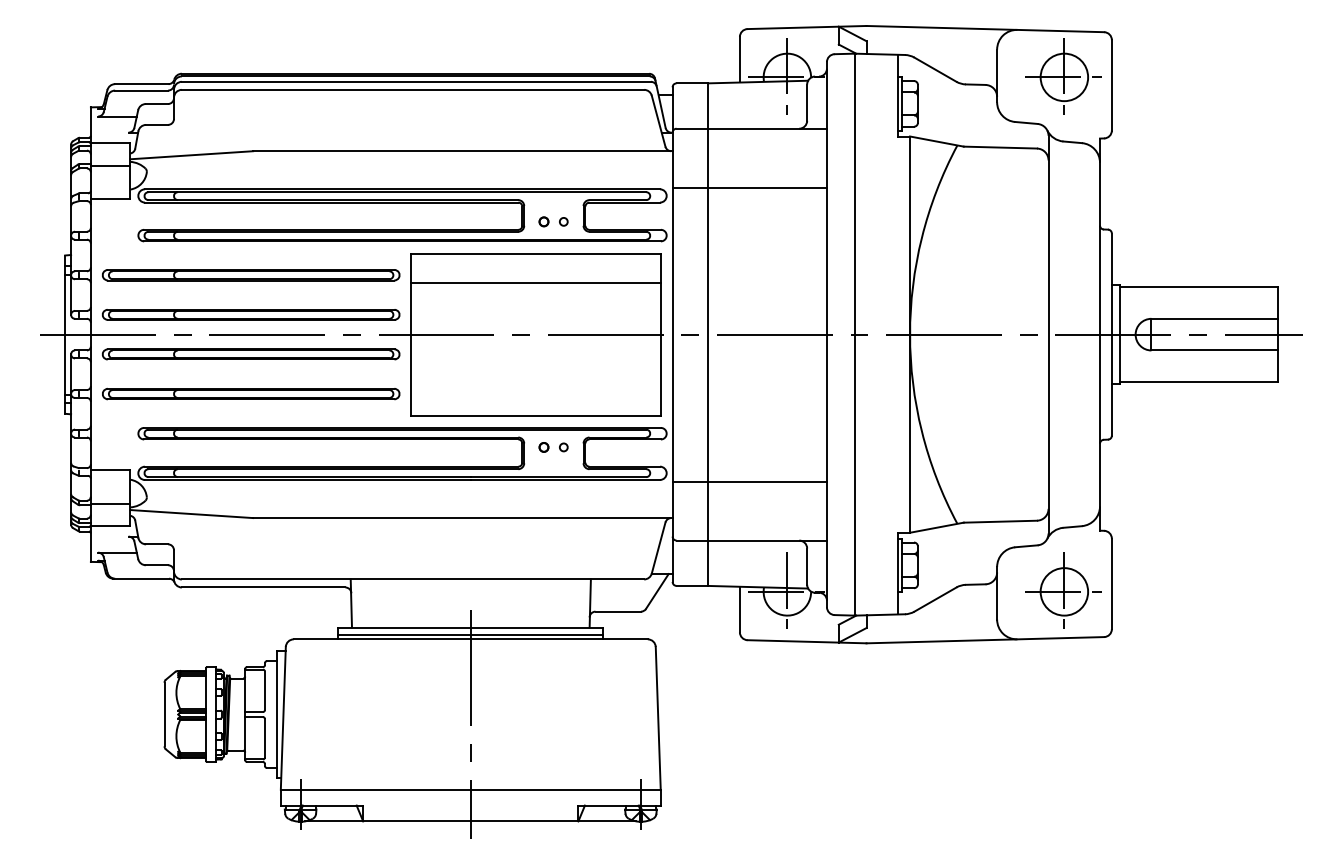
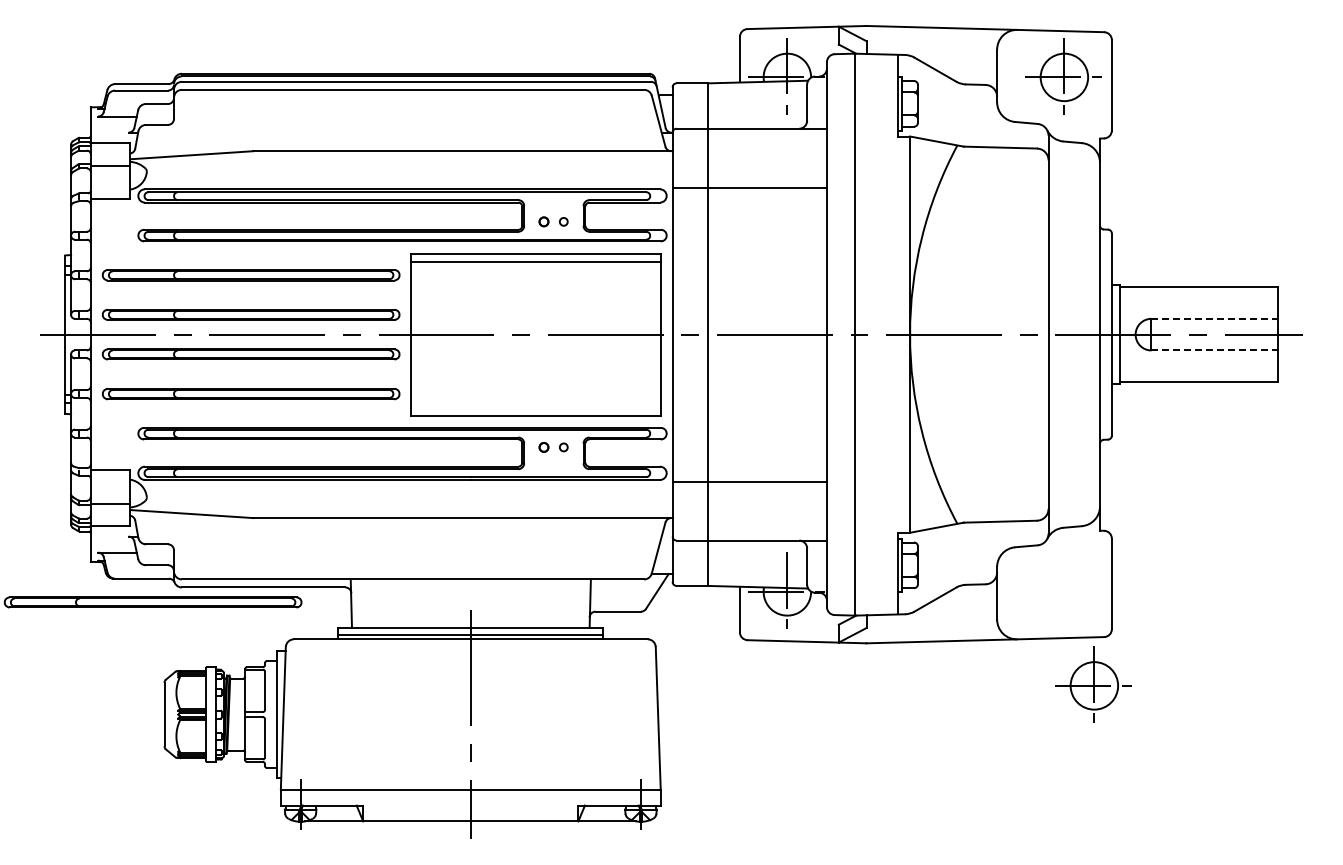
line at (535, 283) position: (535, 283) -> (535, 262)
line at (1215, 318): solid -> dashed
line at (1215, 350): solid -> dashed
part at (1063, 590) position: (1063, 590) -> (1093, 684)
part at (153, 602): none -> present
